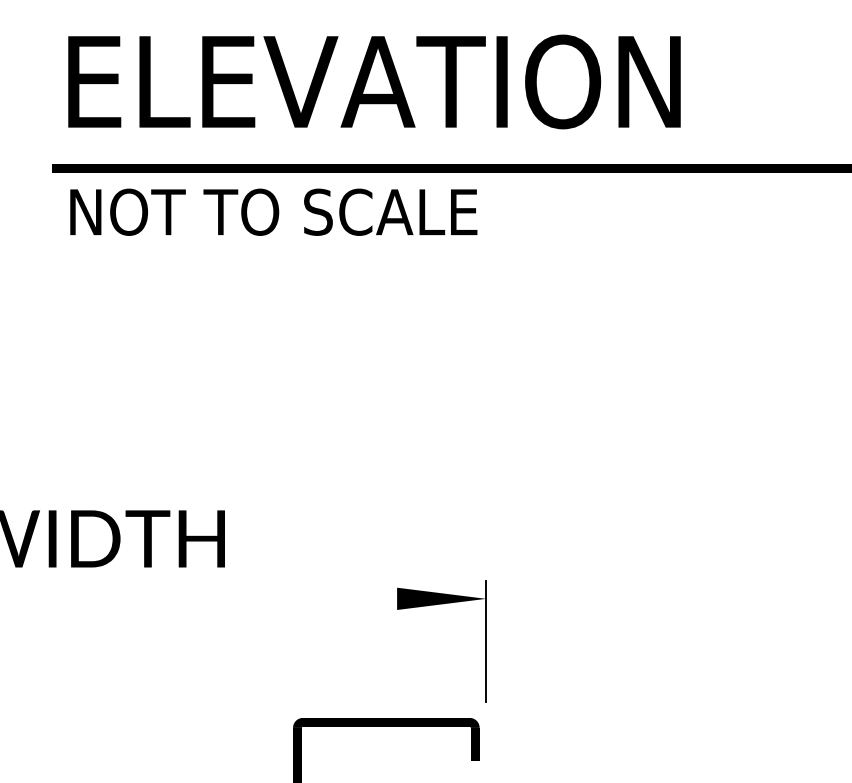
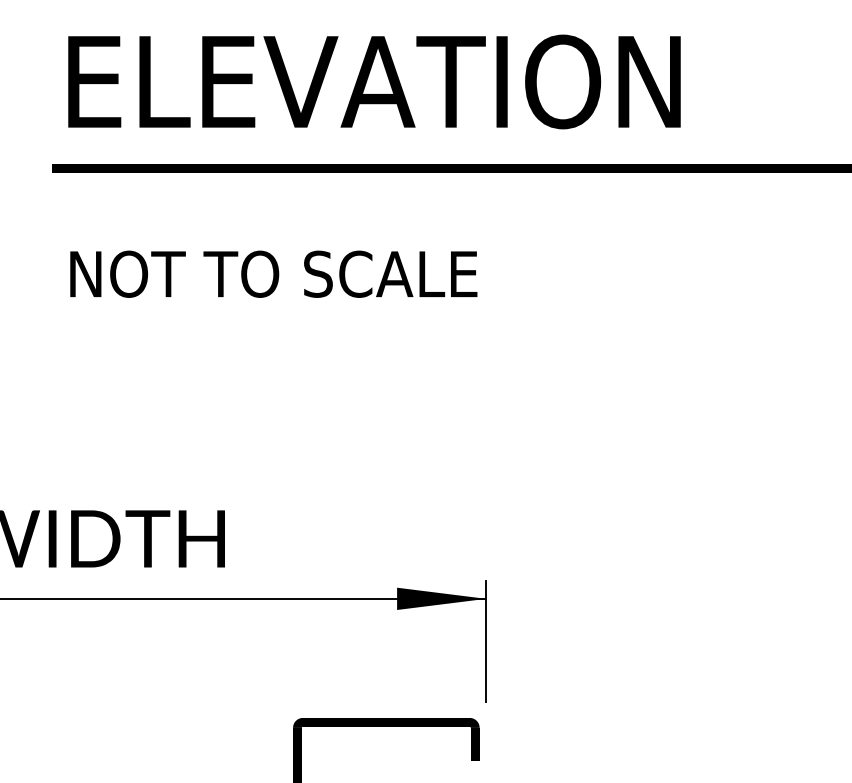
text at (273, 211) position: (273, 211) -> (273, 273)
line at (244, 598): none -> present
